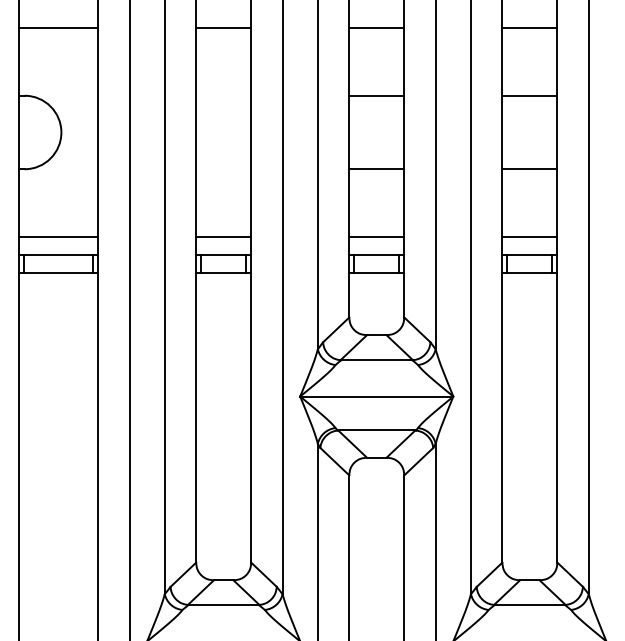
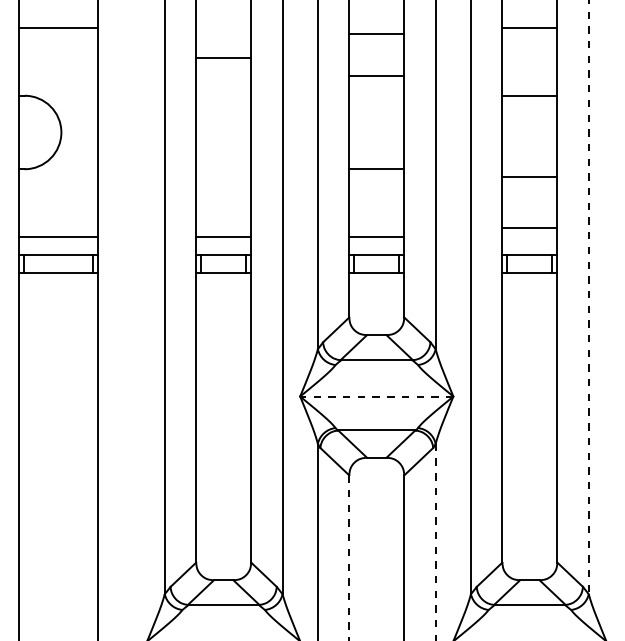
line at (223, 28) position: (223, 28) -> (223, 58)
line at (376, 28) position: (376, 28) -> (376, 34)
line at (376, 95) position: (376, 95) -> (376, 75)
line at (529, 169) position: (529, 169) -> (529, 177)
line at (529, 236) position: (529, 236) -> (529, 227)
line at (588, 297): solid -> dashed
line at (129, 319): present -> none
line at (376, 396): solid -> dashed
line at (435, 542): solid -> dashed
line at (349, 558): solid -> dashed
